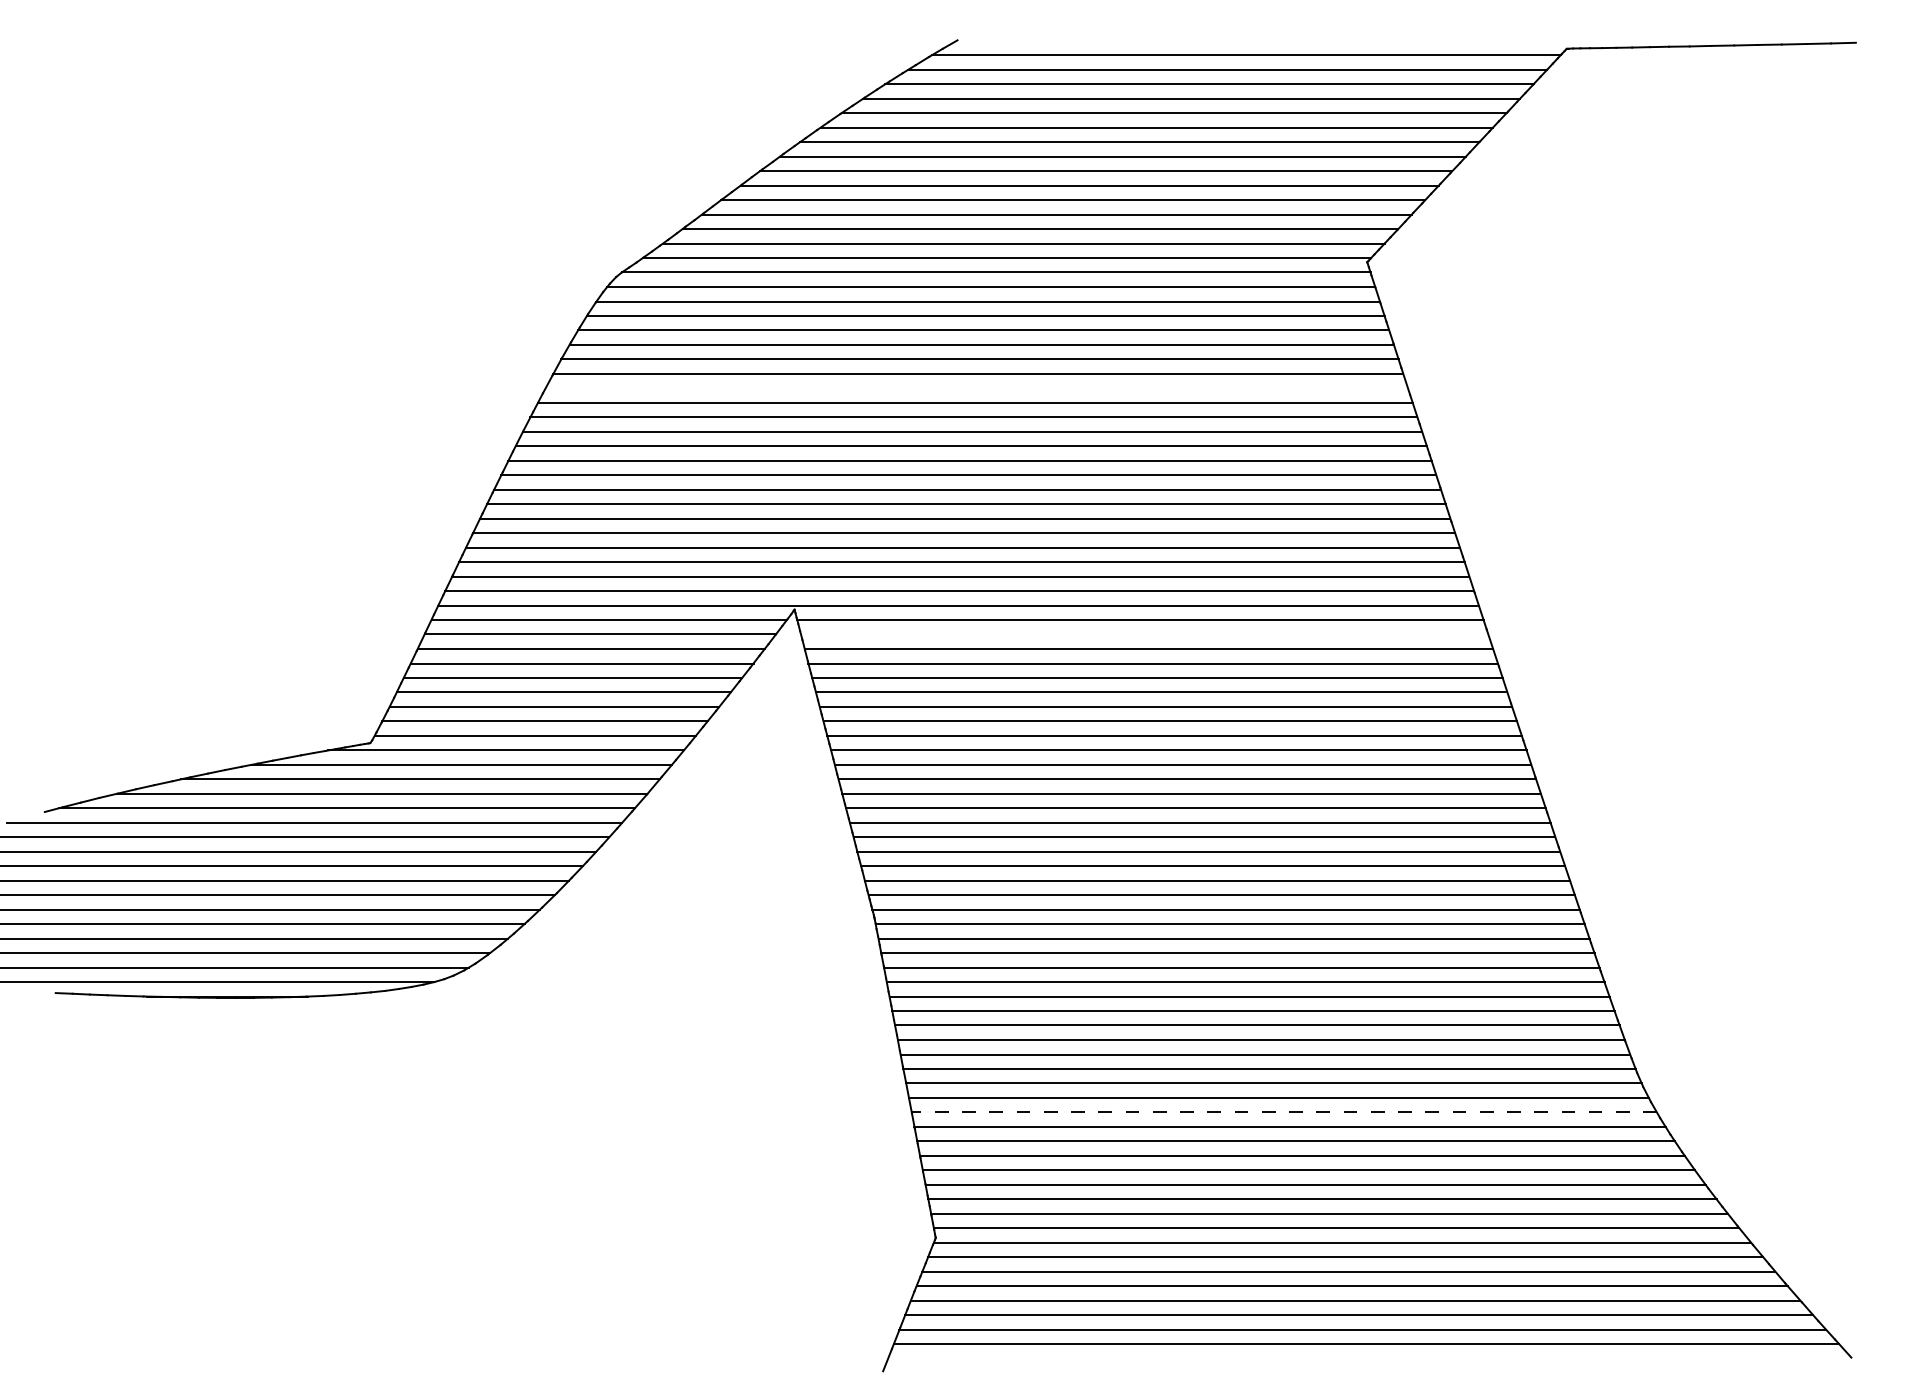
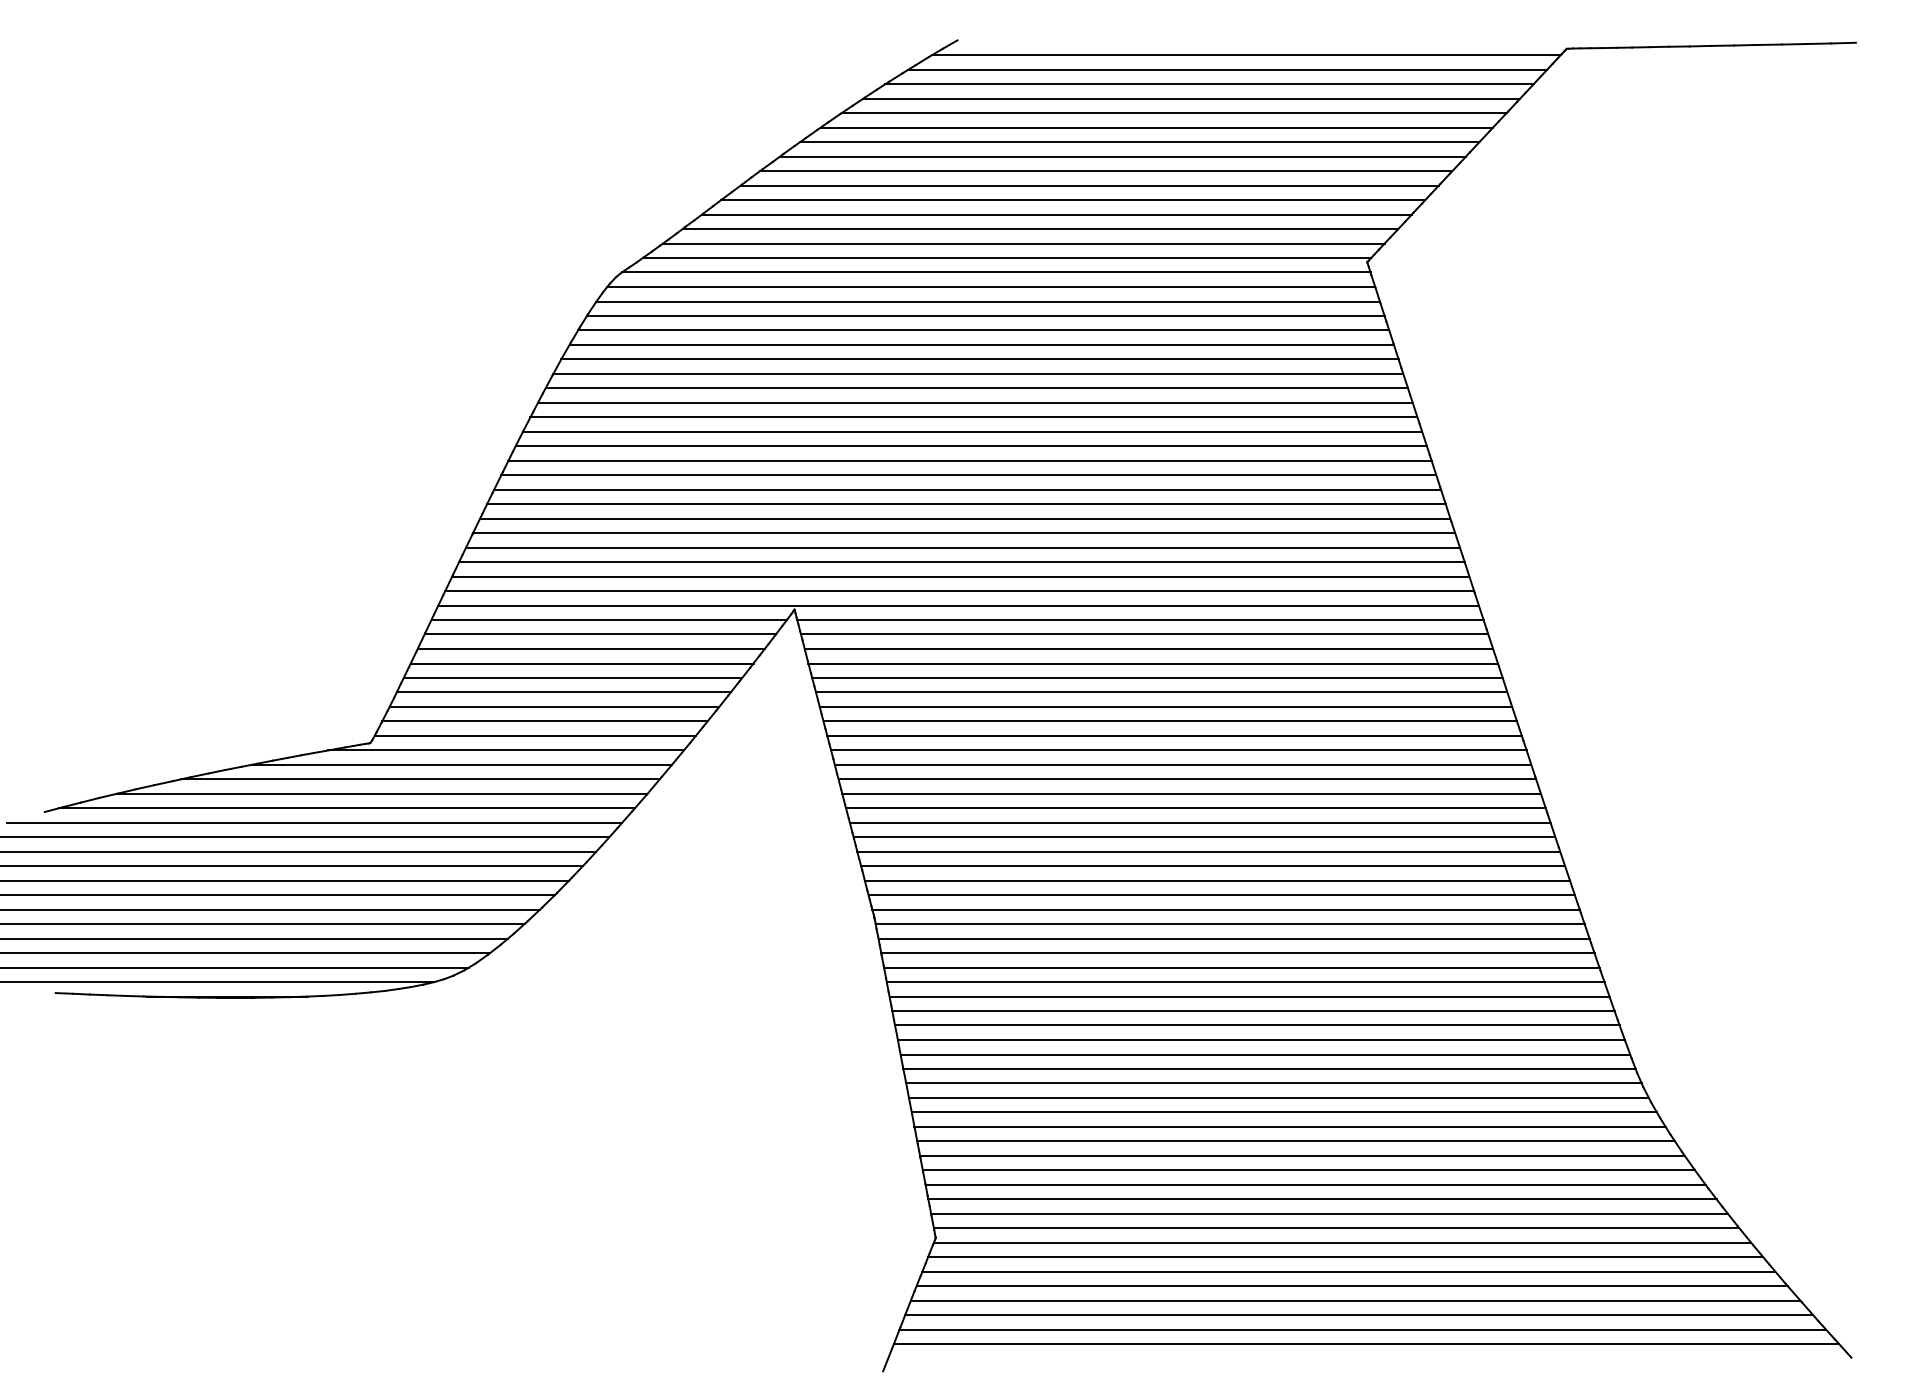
line at (976, 388): none -> present
line at (1144, 634): none -> present
line at (1284, 1112): dashed -> solid
